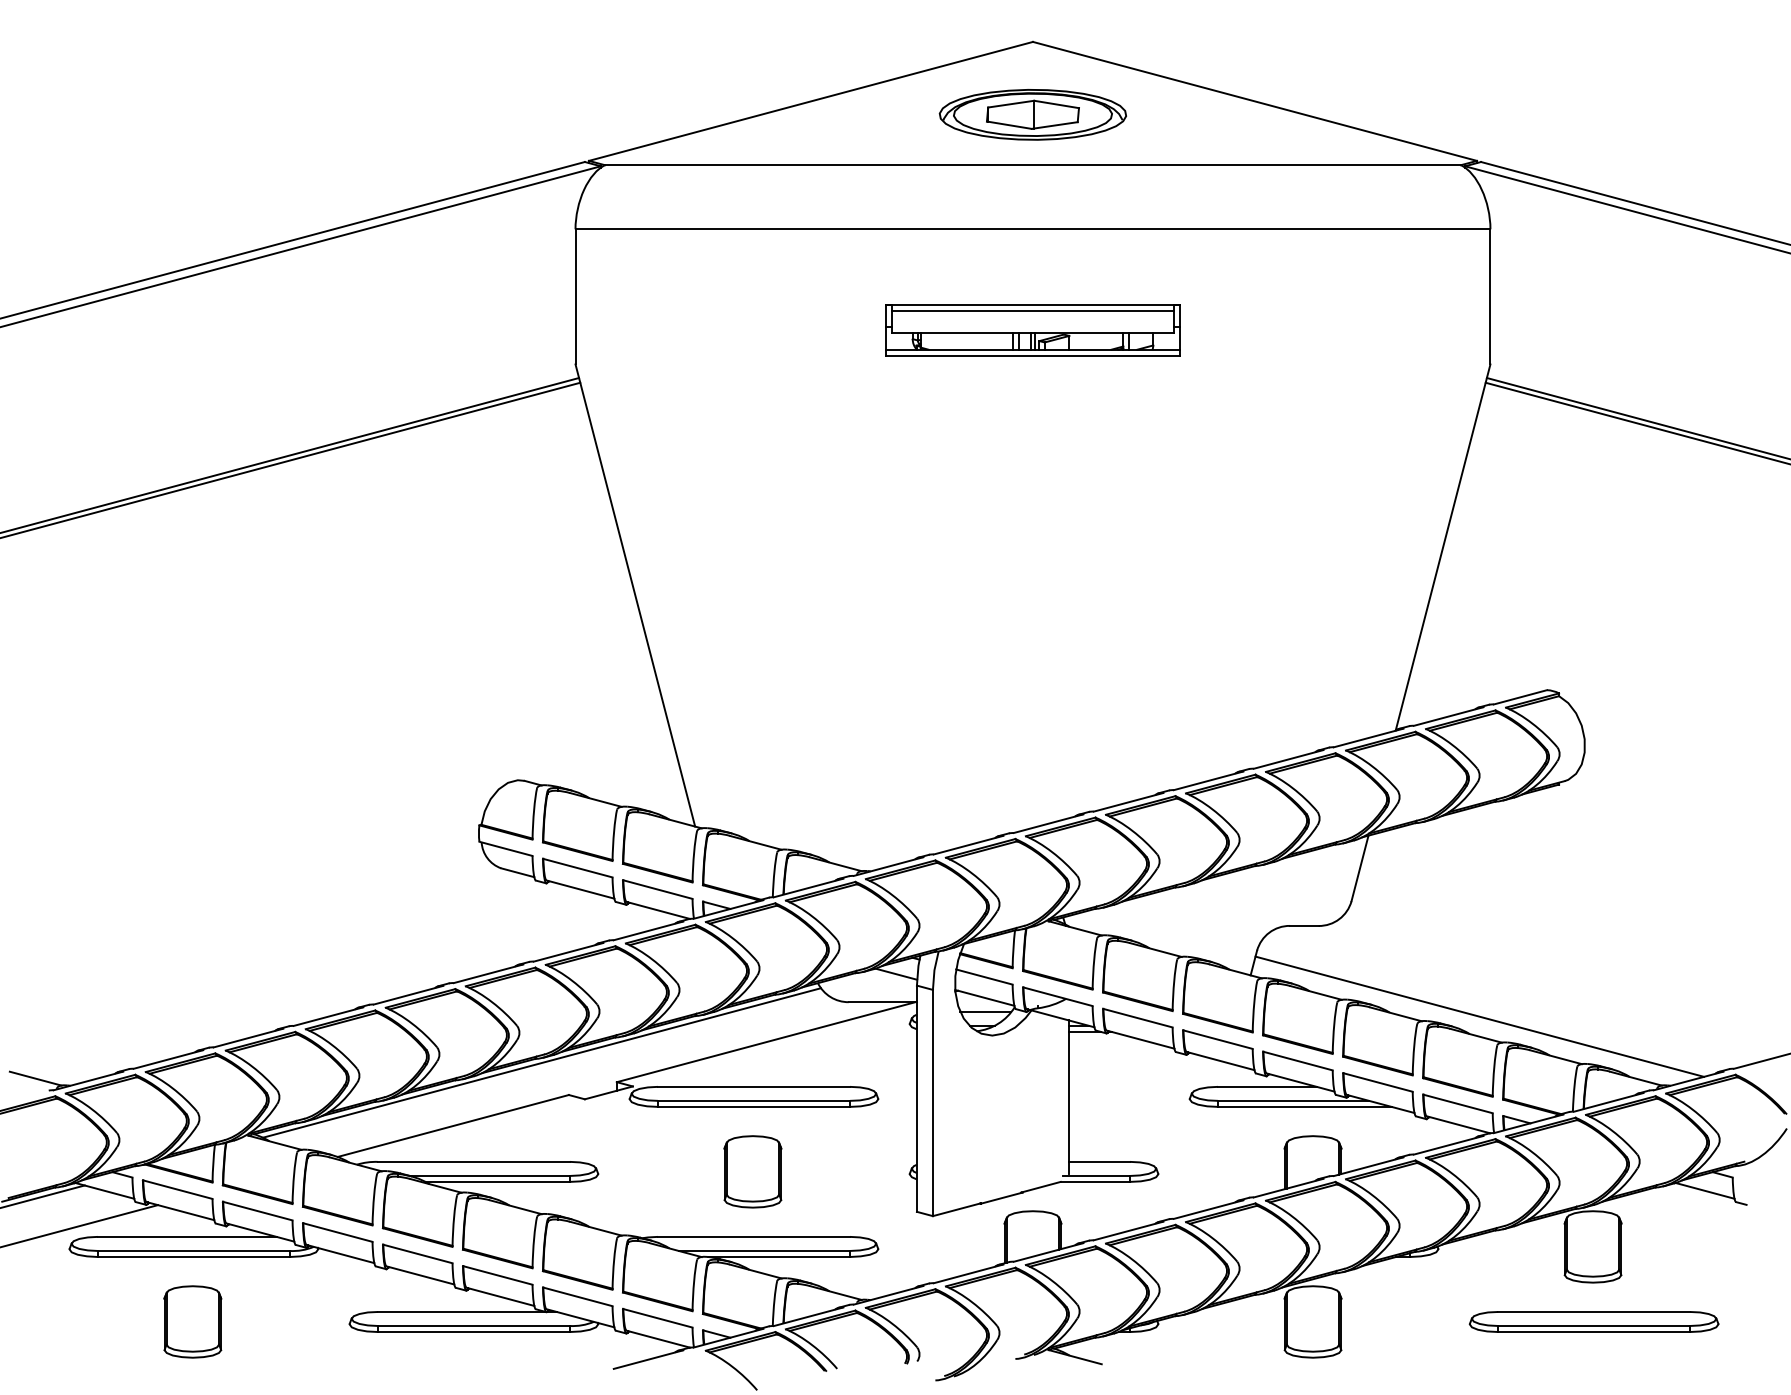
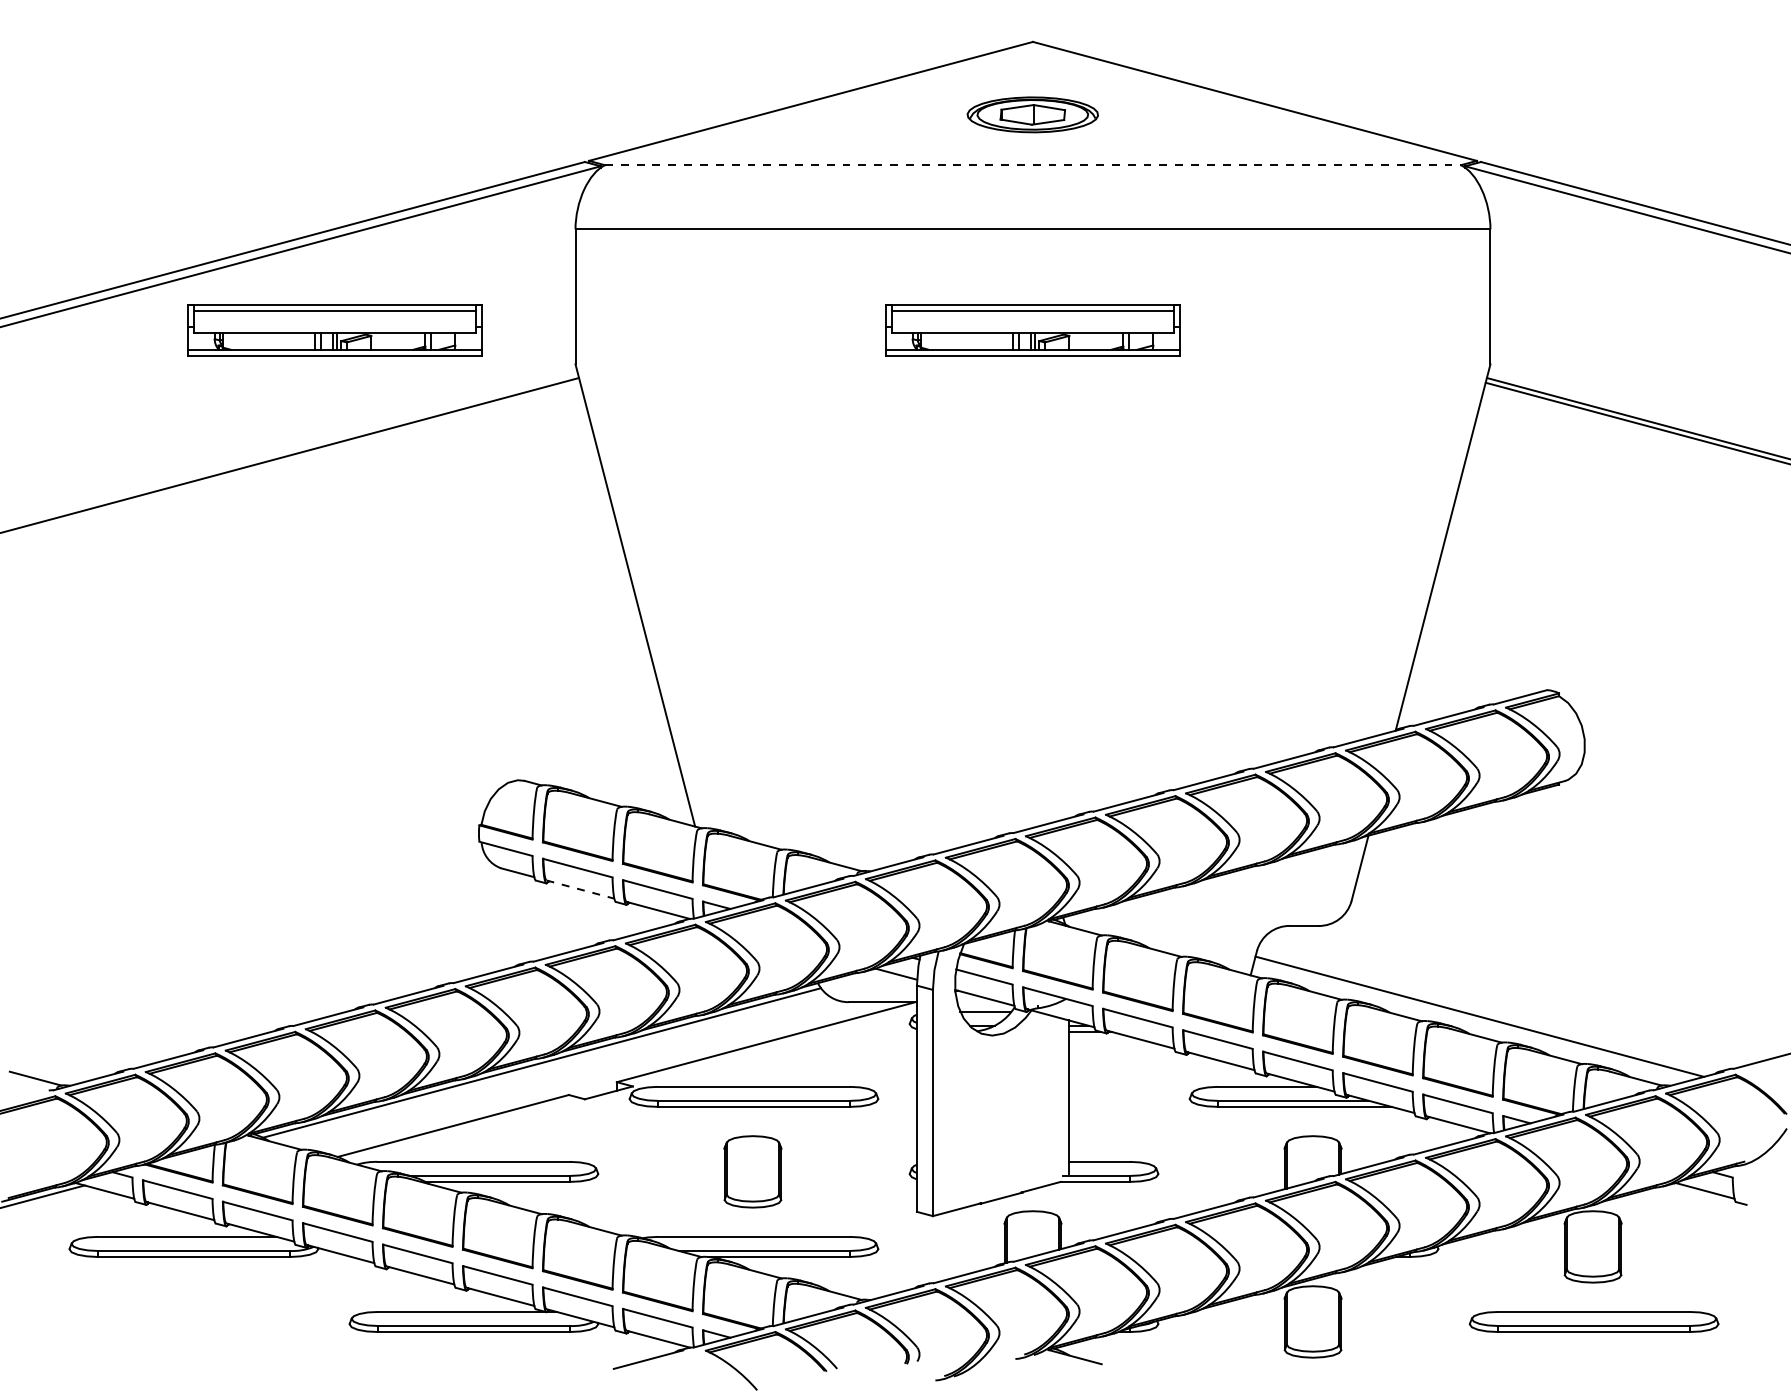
part at (1032, 114) size: 189x52 px -> 133x38 px
line at (1033, 165): solid -> dashed
part at (334, 330): none -> present
line at (291, 459): present -> none
line at (580, 889): solid -> dashed
line at (80, 1225): present -> none
part at (192, 1321): present -> none
